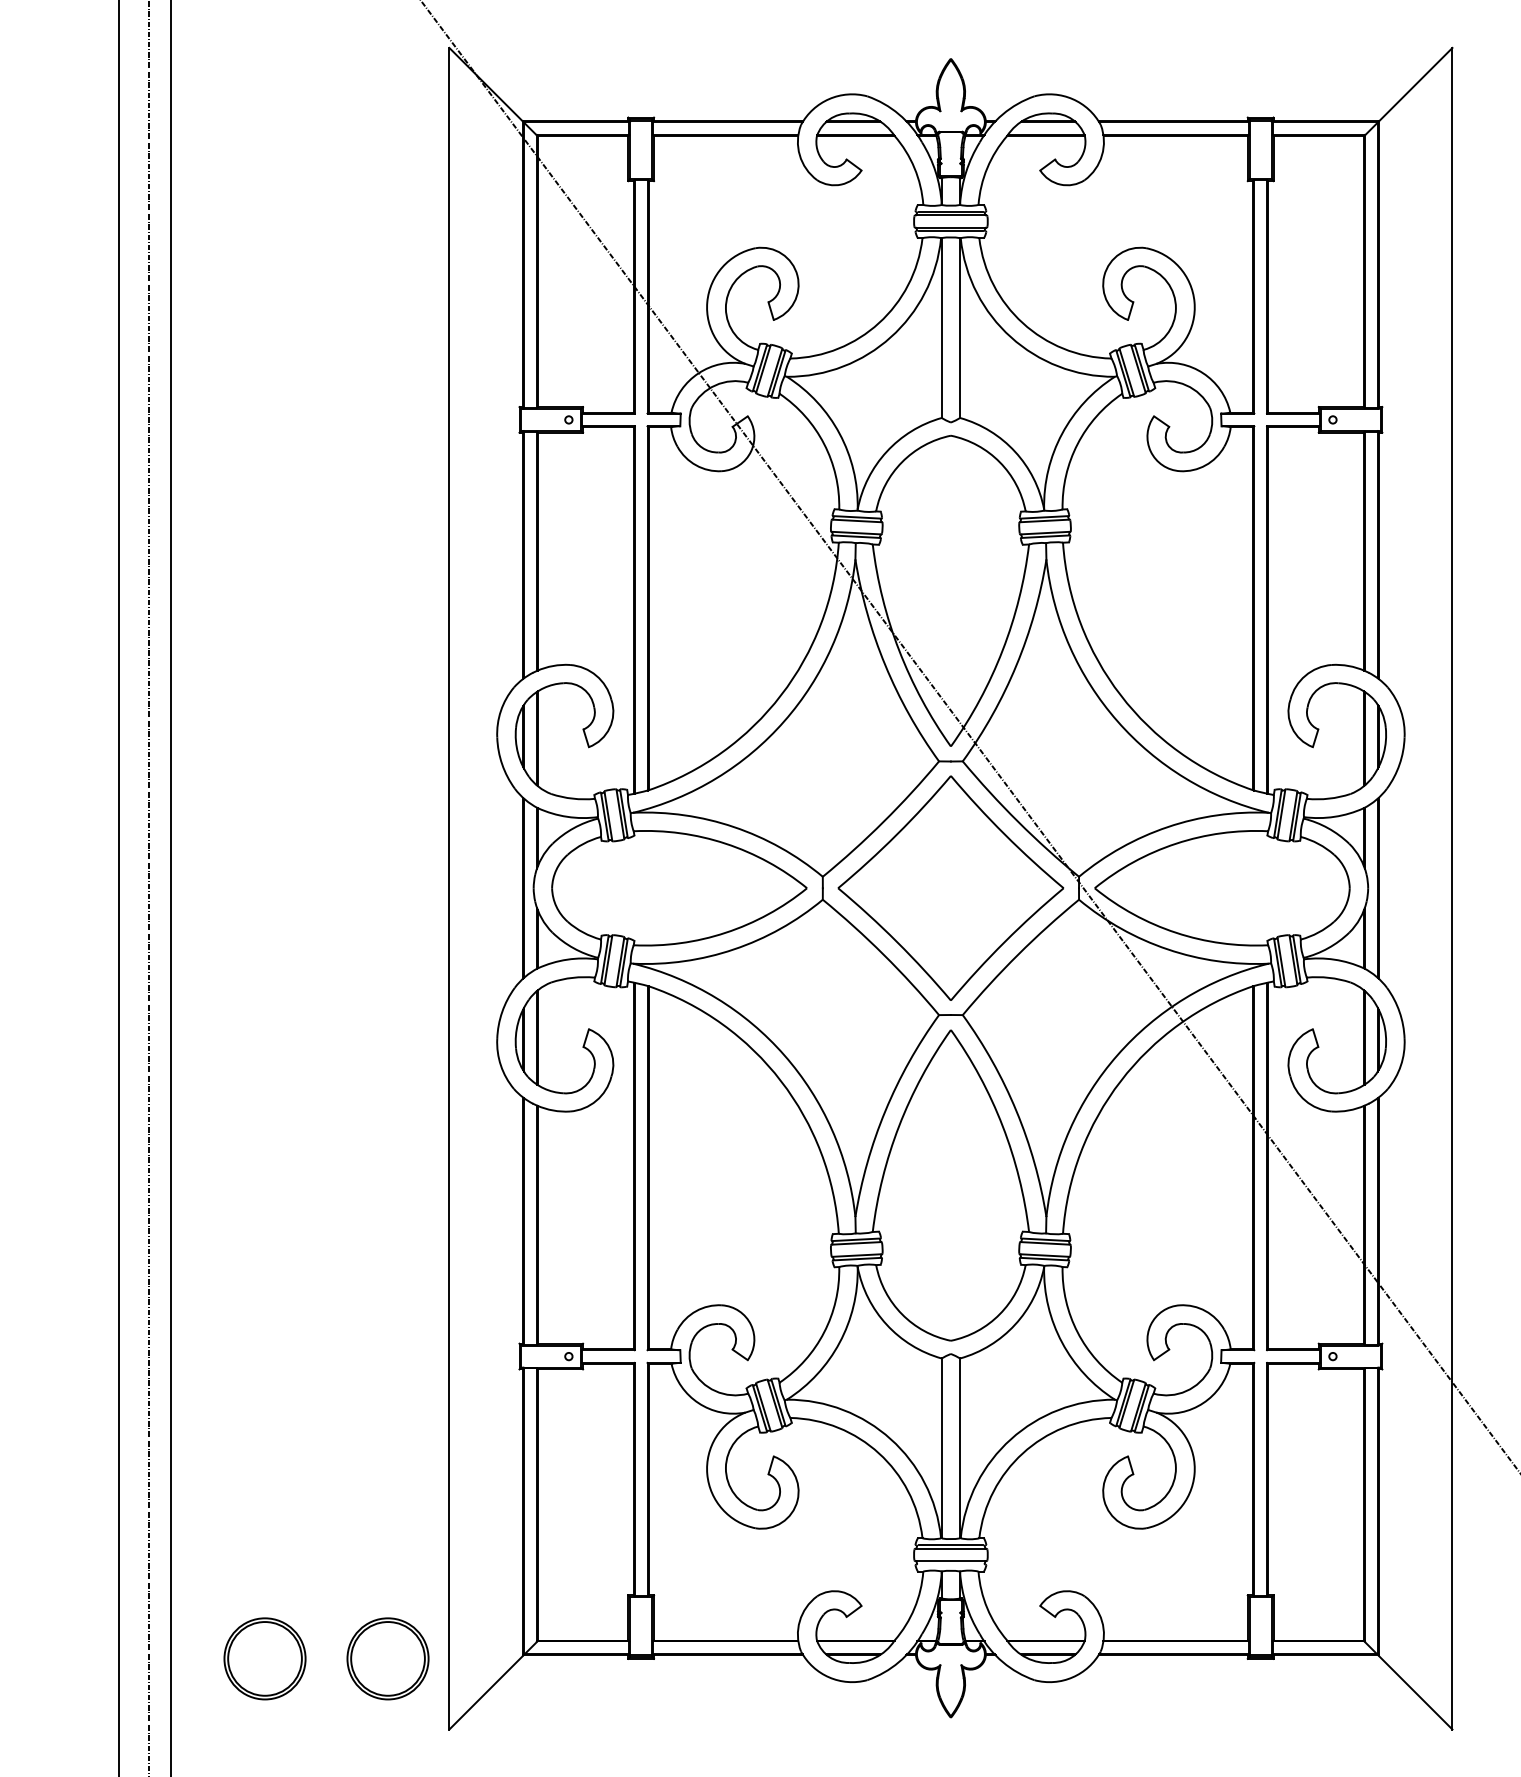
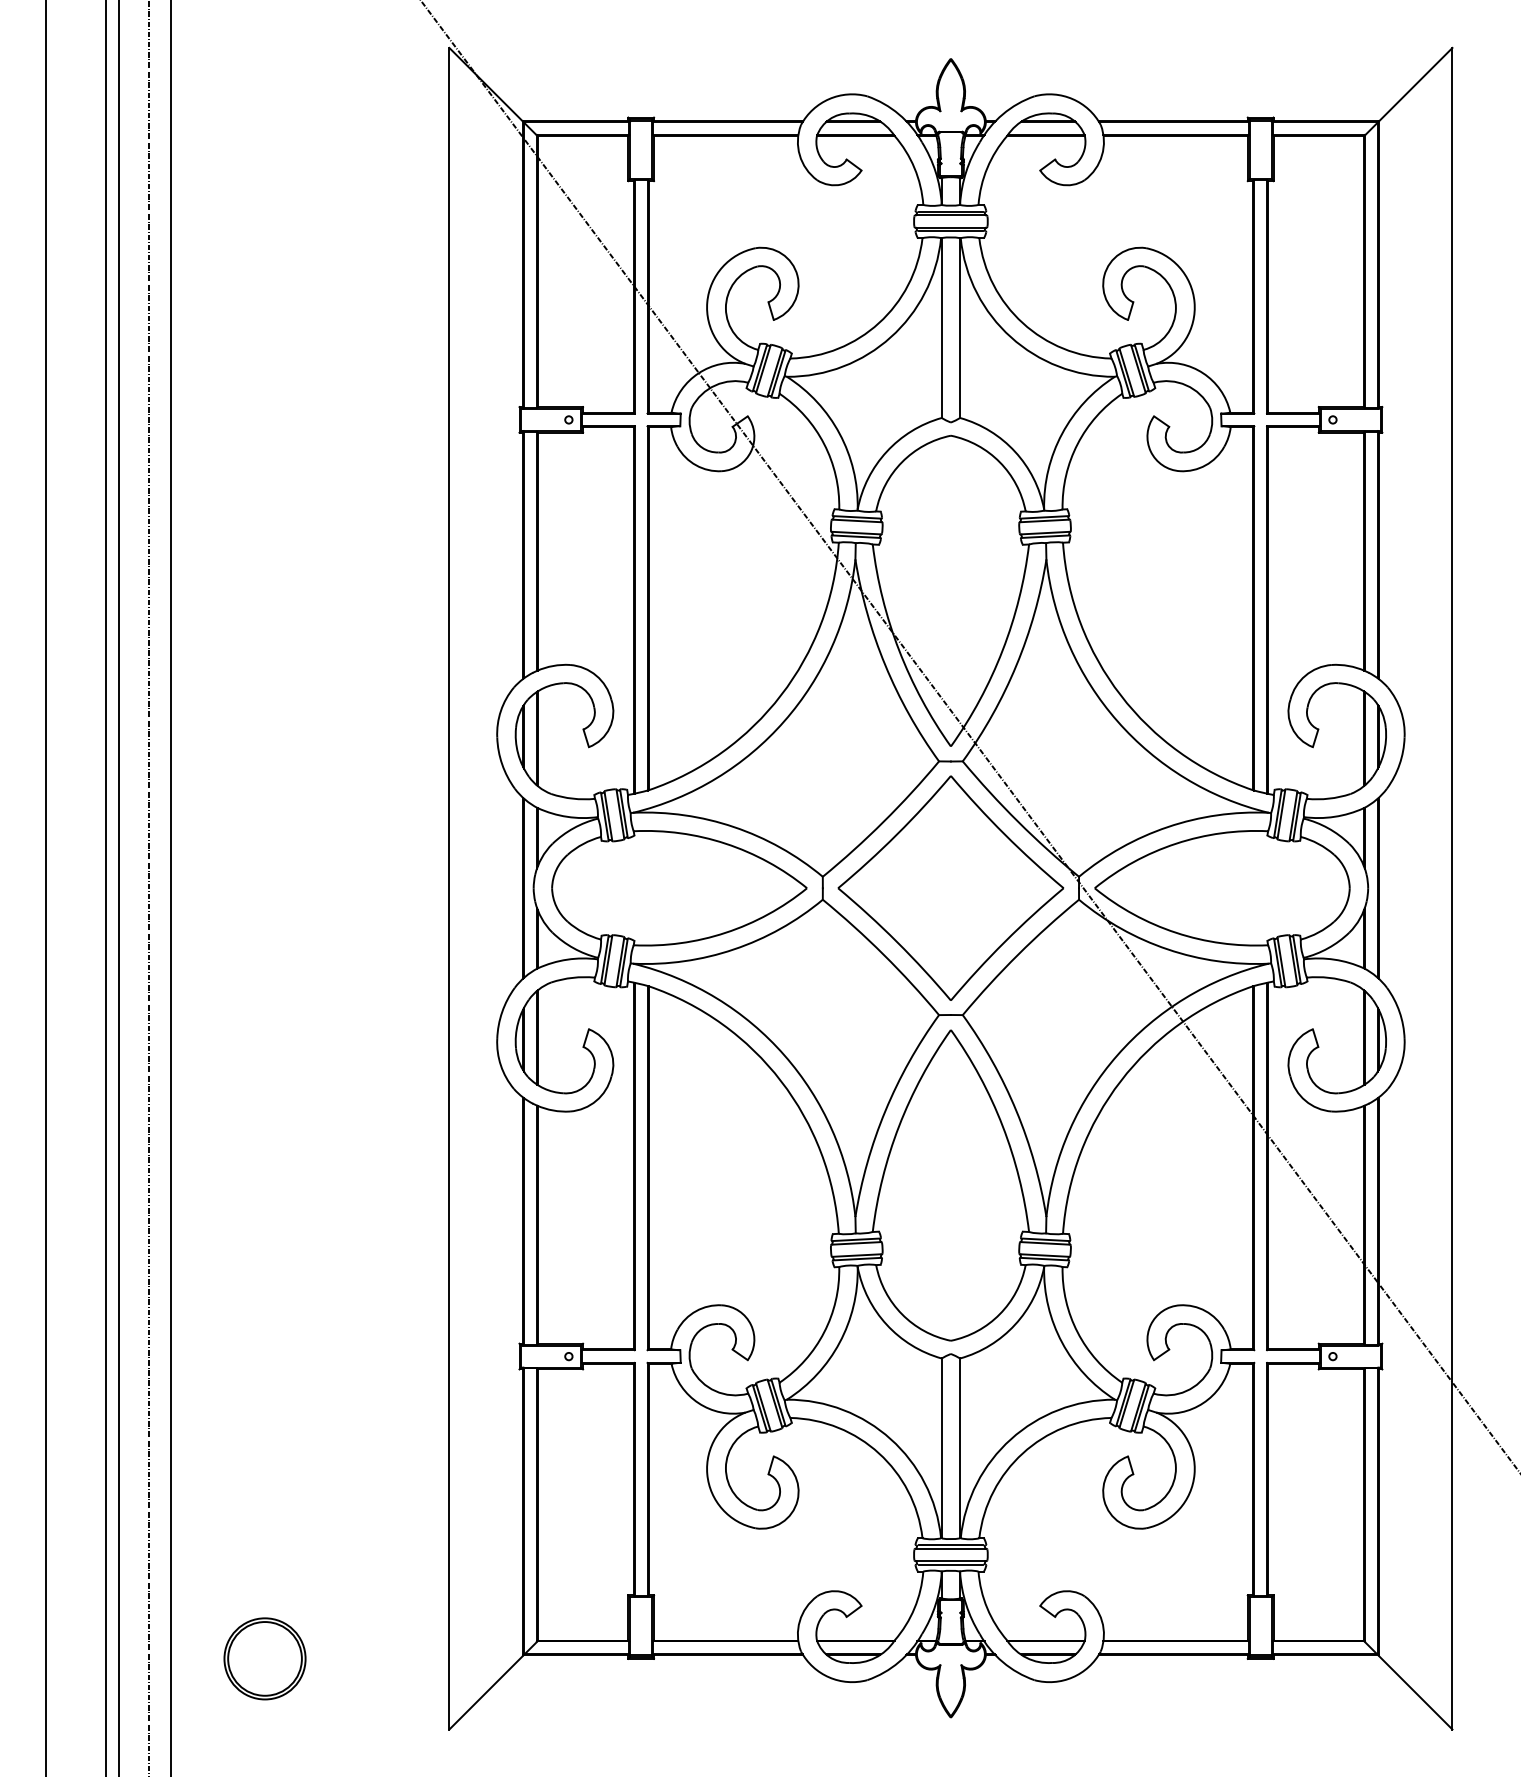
line at (45, 887): none -> present
line at (106, 887): none -> present
line at (951, 1564): none -> present
part at (387, 1658): present -> none
